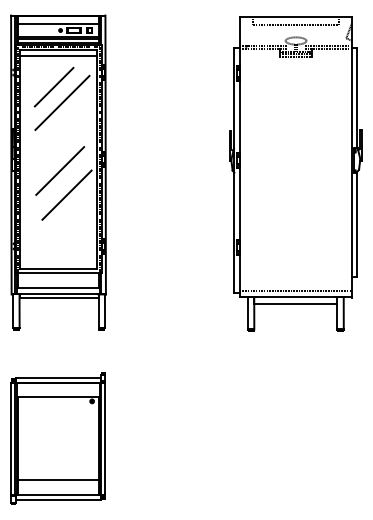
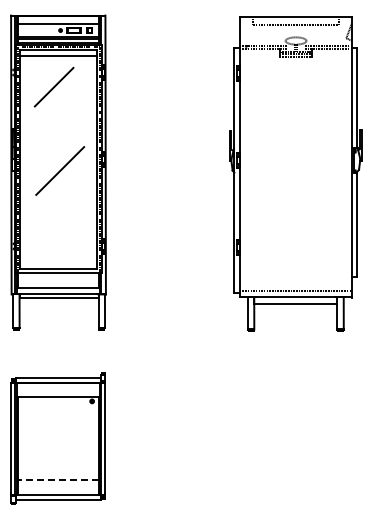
line at (62, 102): present -> none
line at (66, 194): present -> none
line at (58, 480): solid -> dashed
